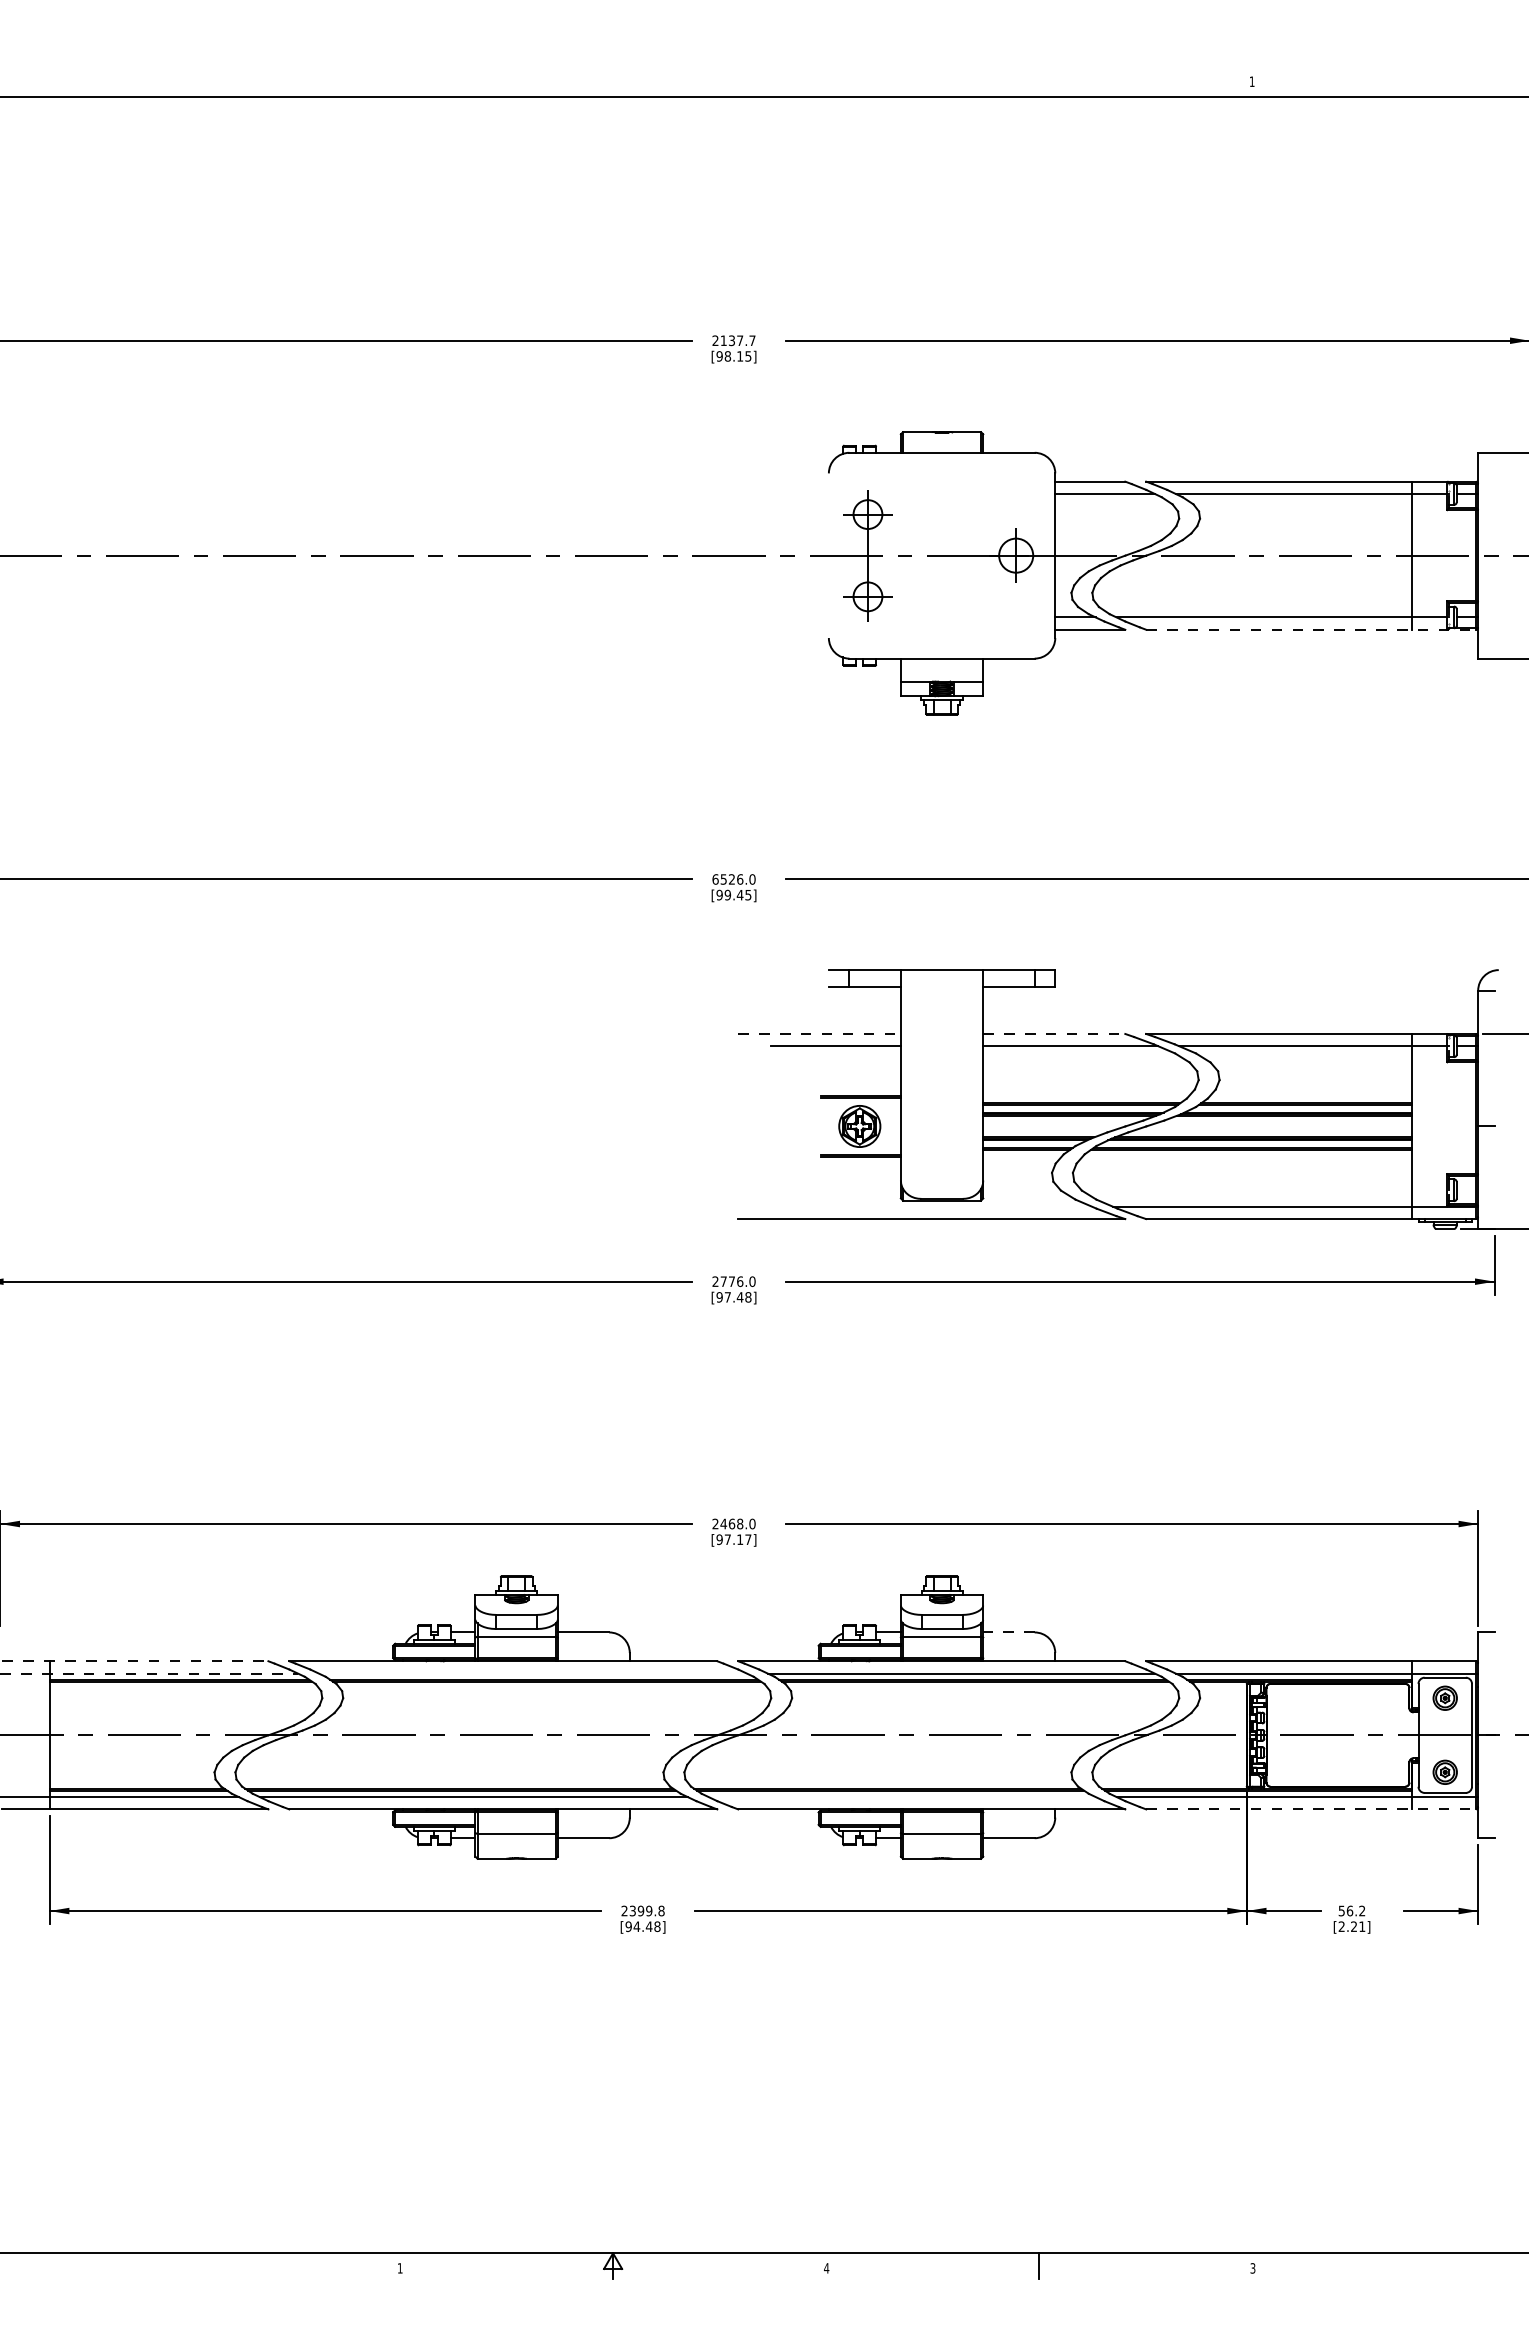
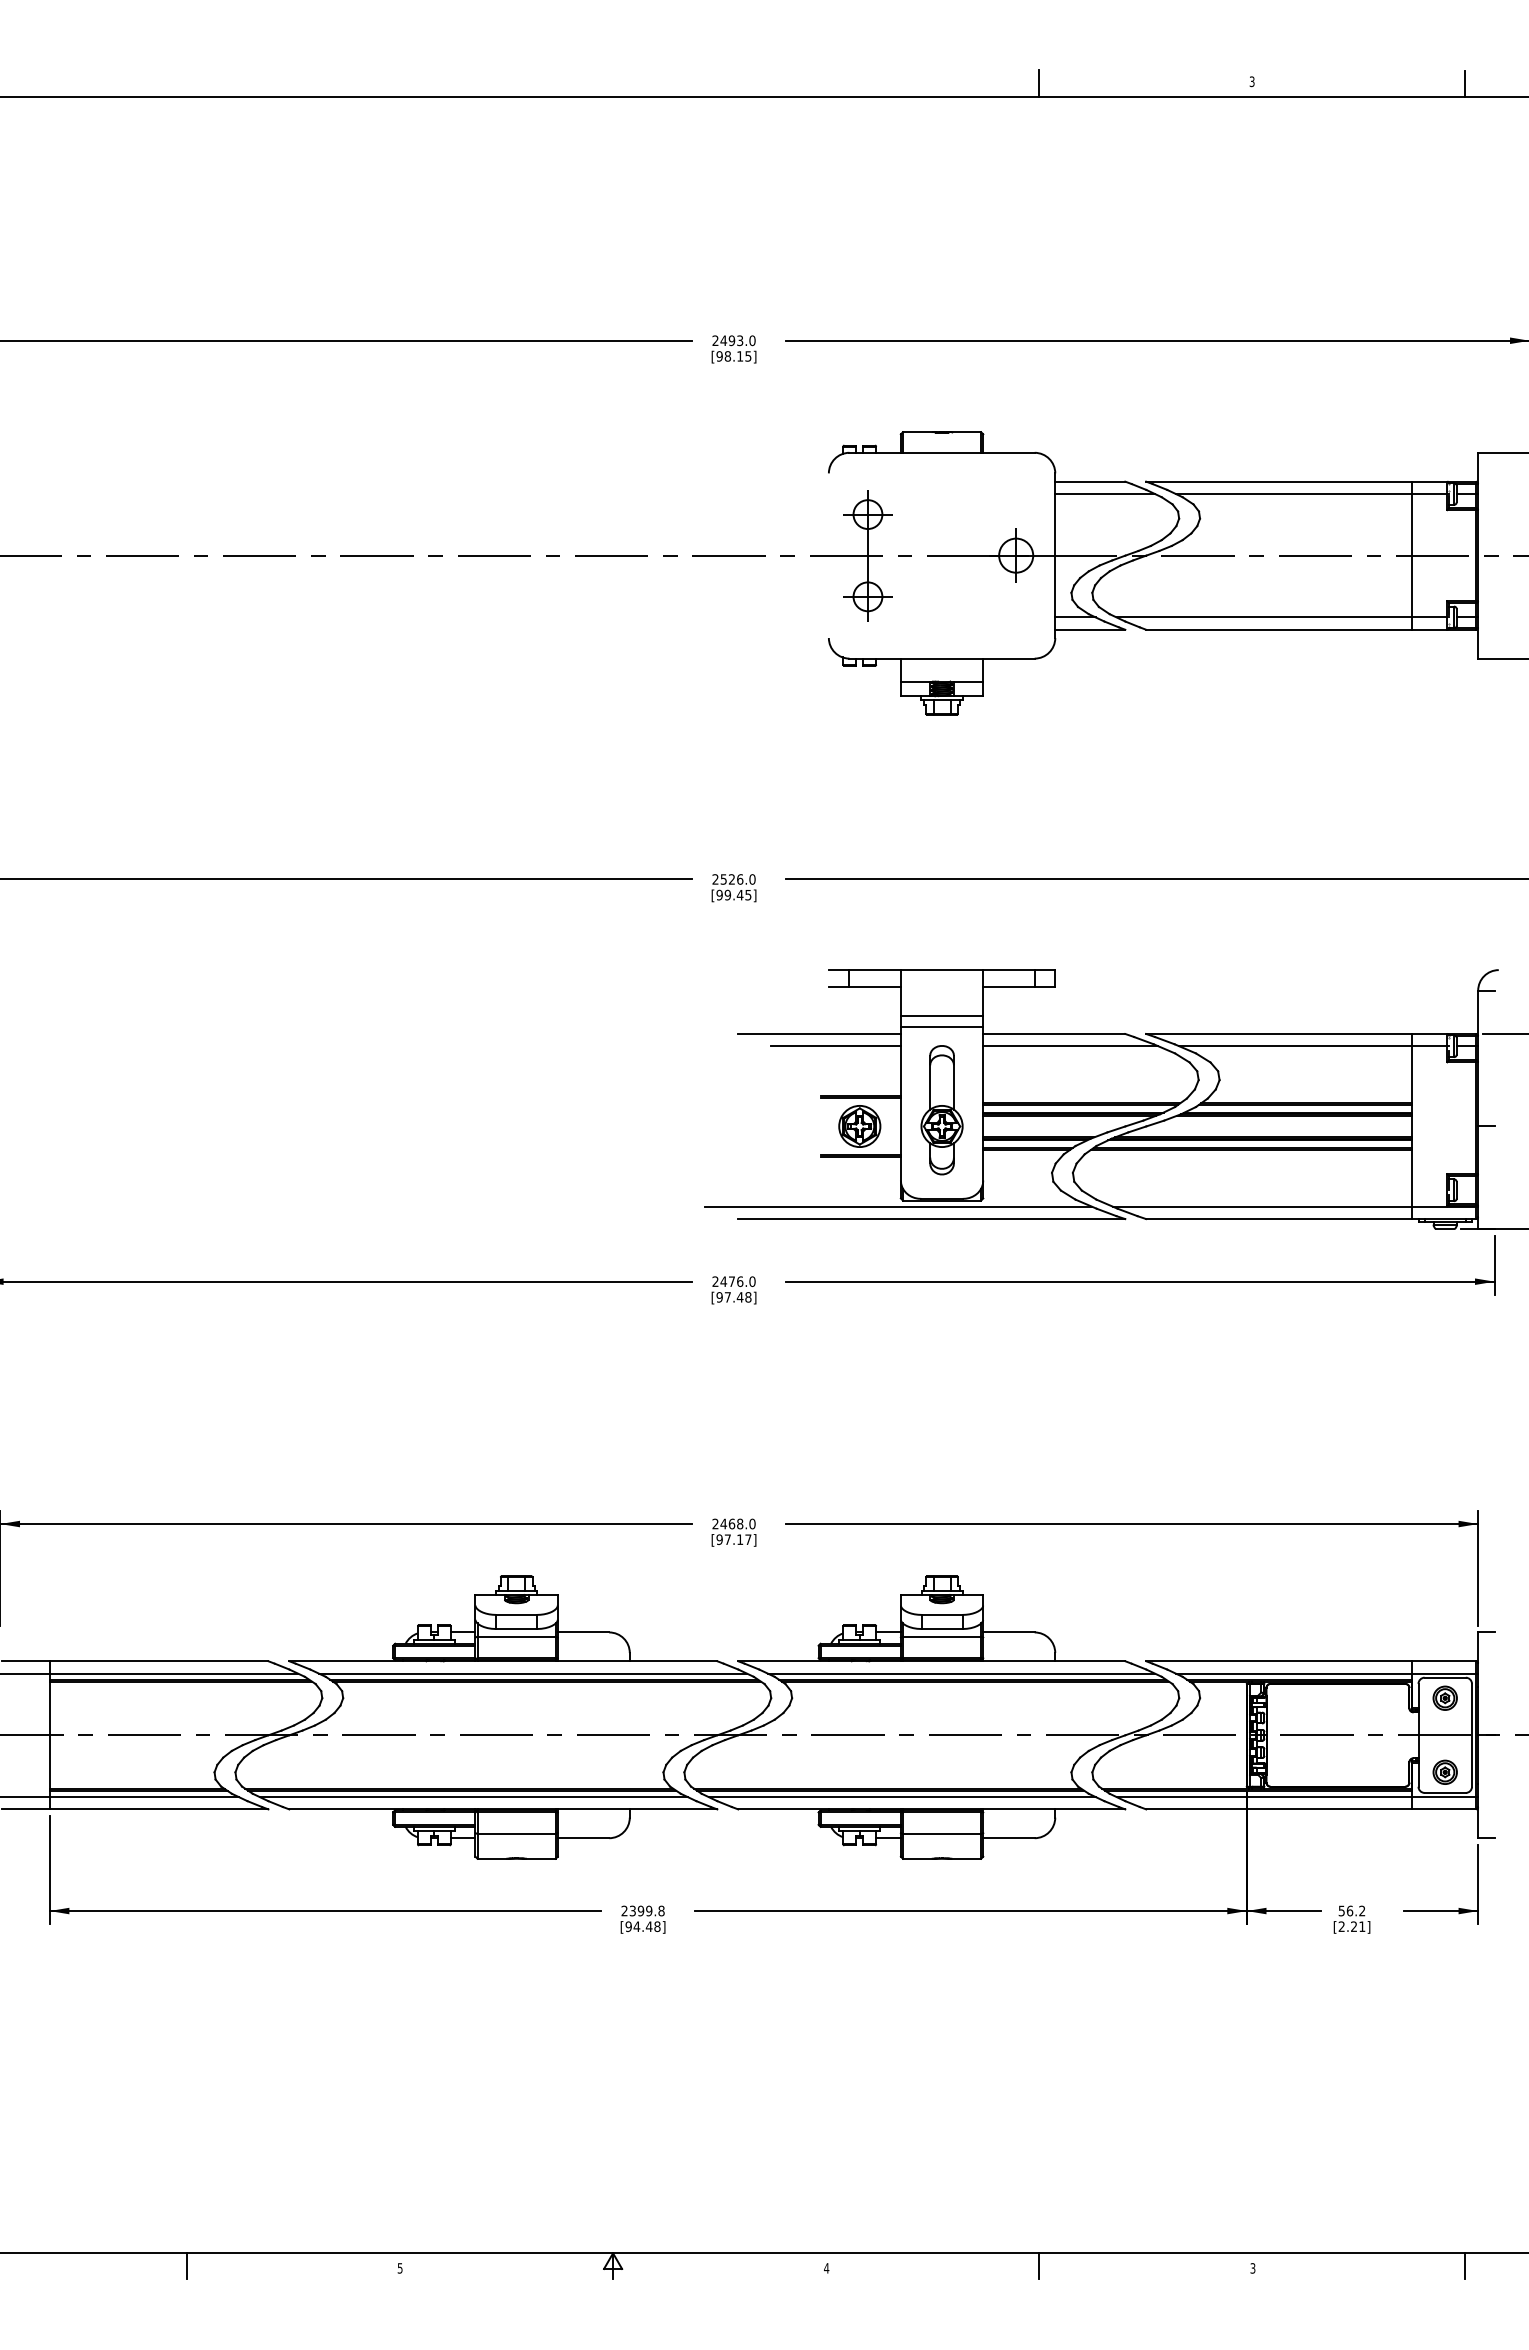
text at (1251, 81): 1 -> 3
line at (1039, 83): none -> present
line at (1465, 83): none -> present
text at (737, 340): 2137.7 -> 2493.0
line at (1311, 629): dashed -> solid
text at (715, 879): 6526.0 -> 2526.0
line at (941, 1016): none -> present
line at (941, 1027): none -> present
line at (820, 1033): dashed -> solid
line at (1054, 1033): dashed -> solid
part at (941, 1110): none -> present
line at (898, 1206): none -> present
text at (723, 1281): 2776.0 -> 2476.0
line at (1008, 1632): dashed -> solid
line at (135, 1661): dashed -> solid
line at (149, 1673): dashed -> solid
line at (532, 1673): none -> present
line at (901, 1797): none -> present
line at (1311, 1809): dashed -> solid
line at (187, 2266): none -> present
line at (1465, 2266): none -> present
text at (399, 2268): 1 -> 5
